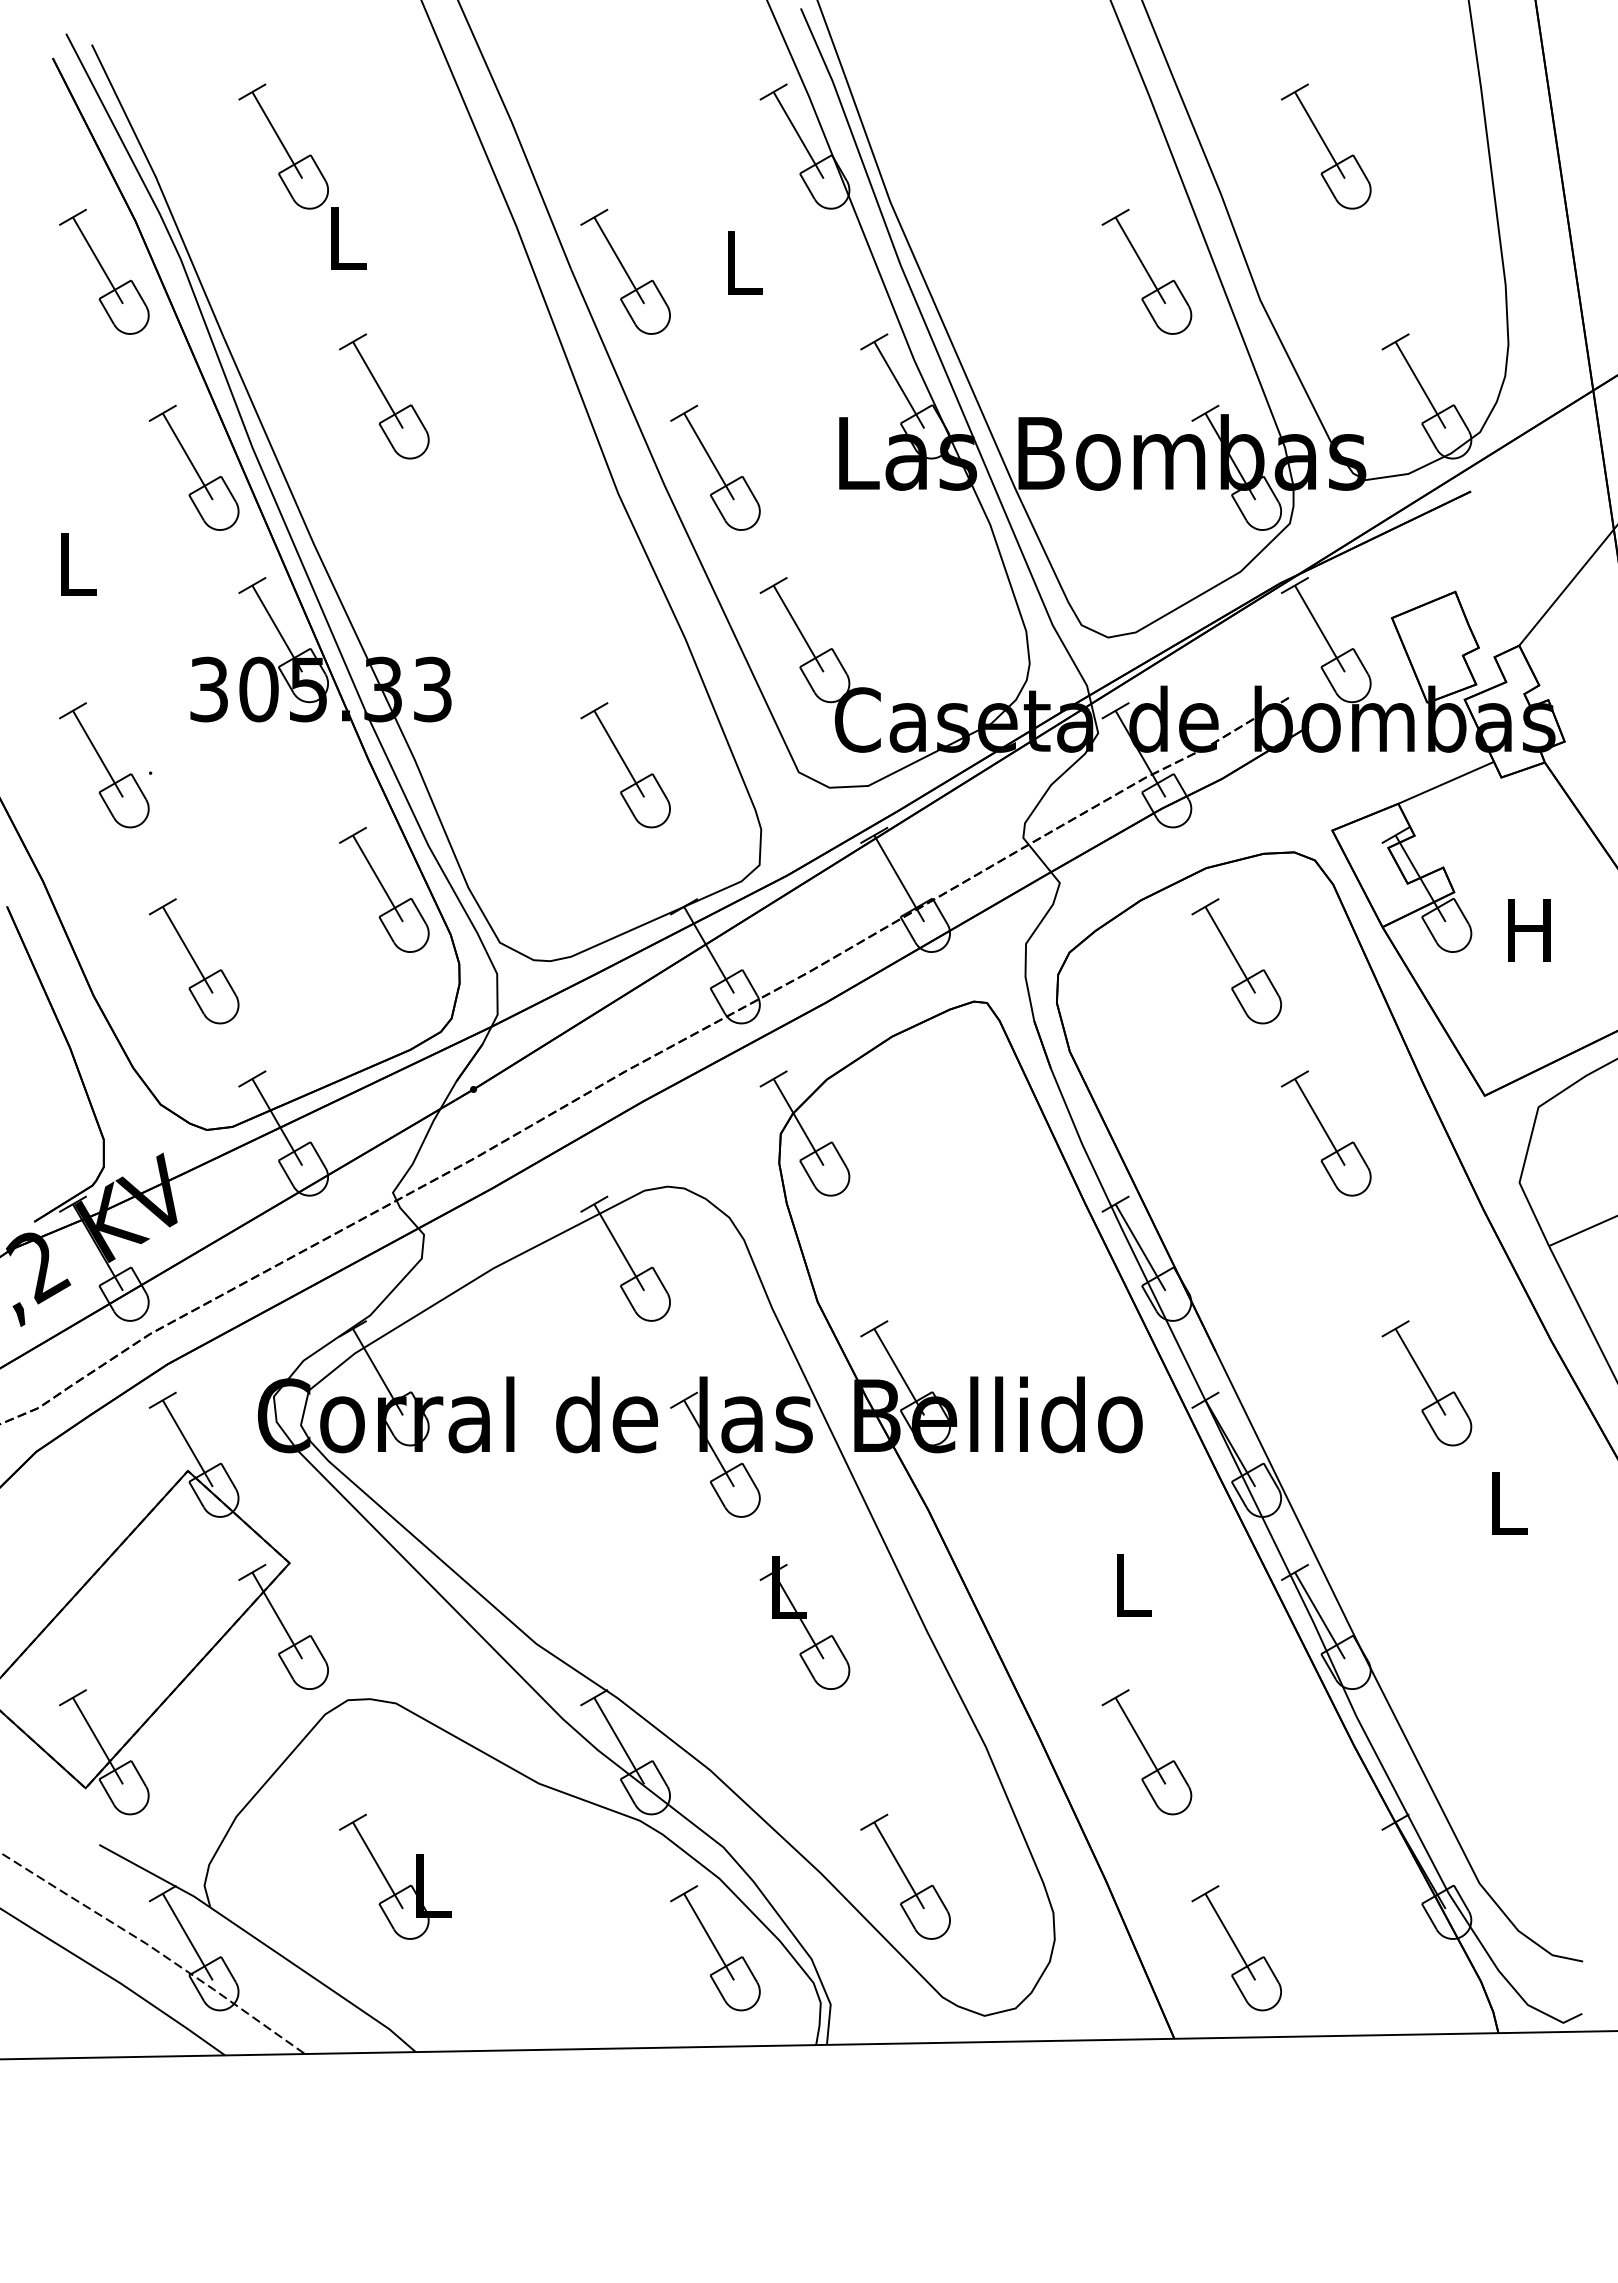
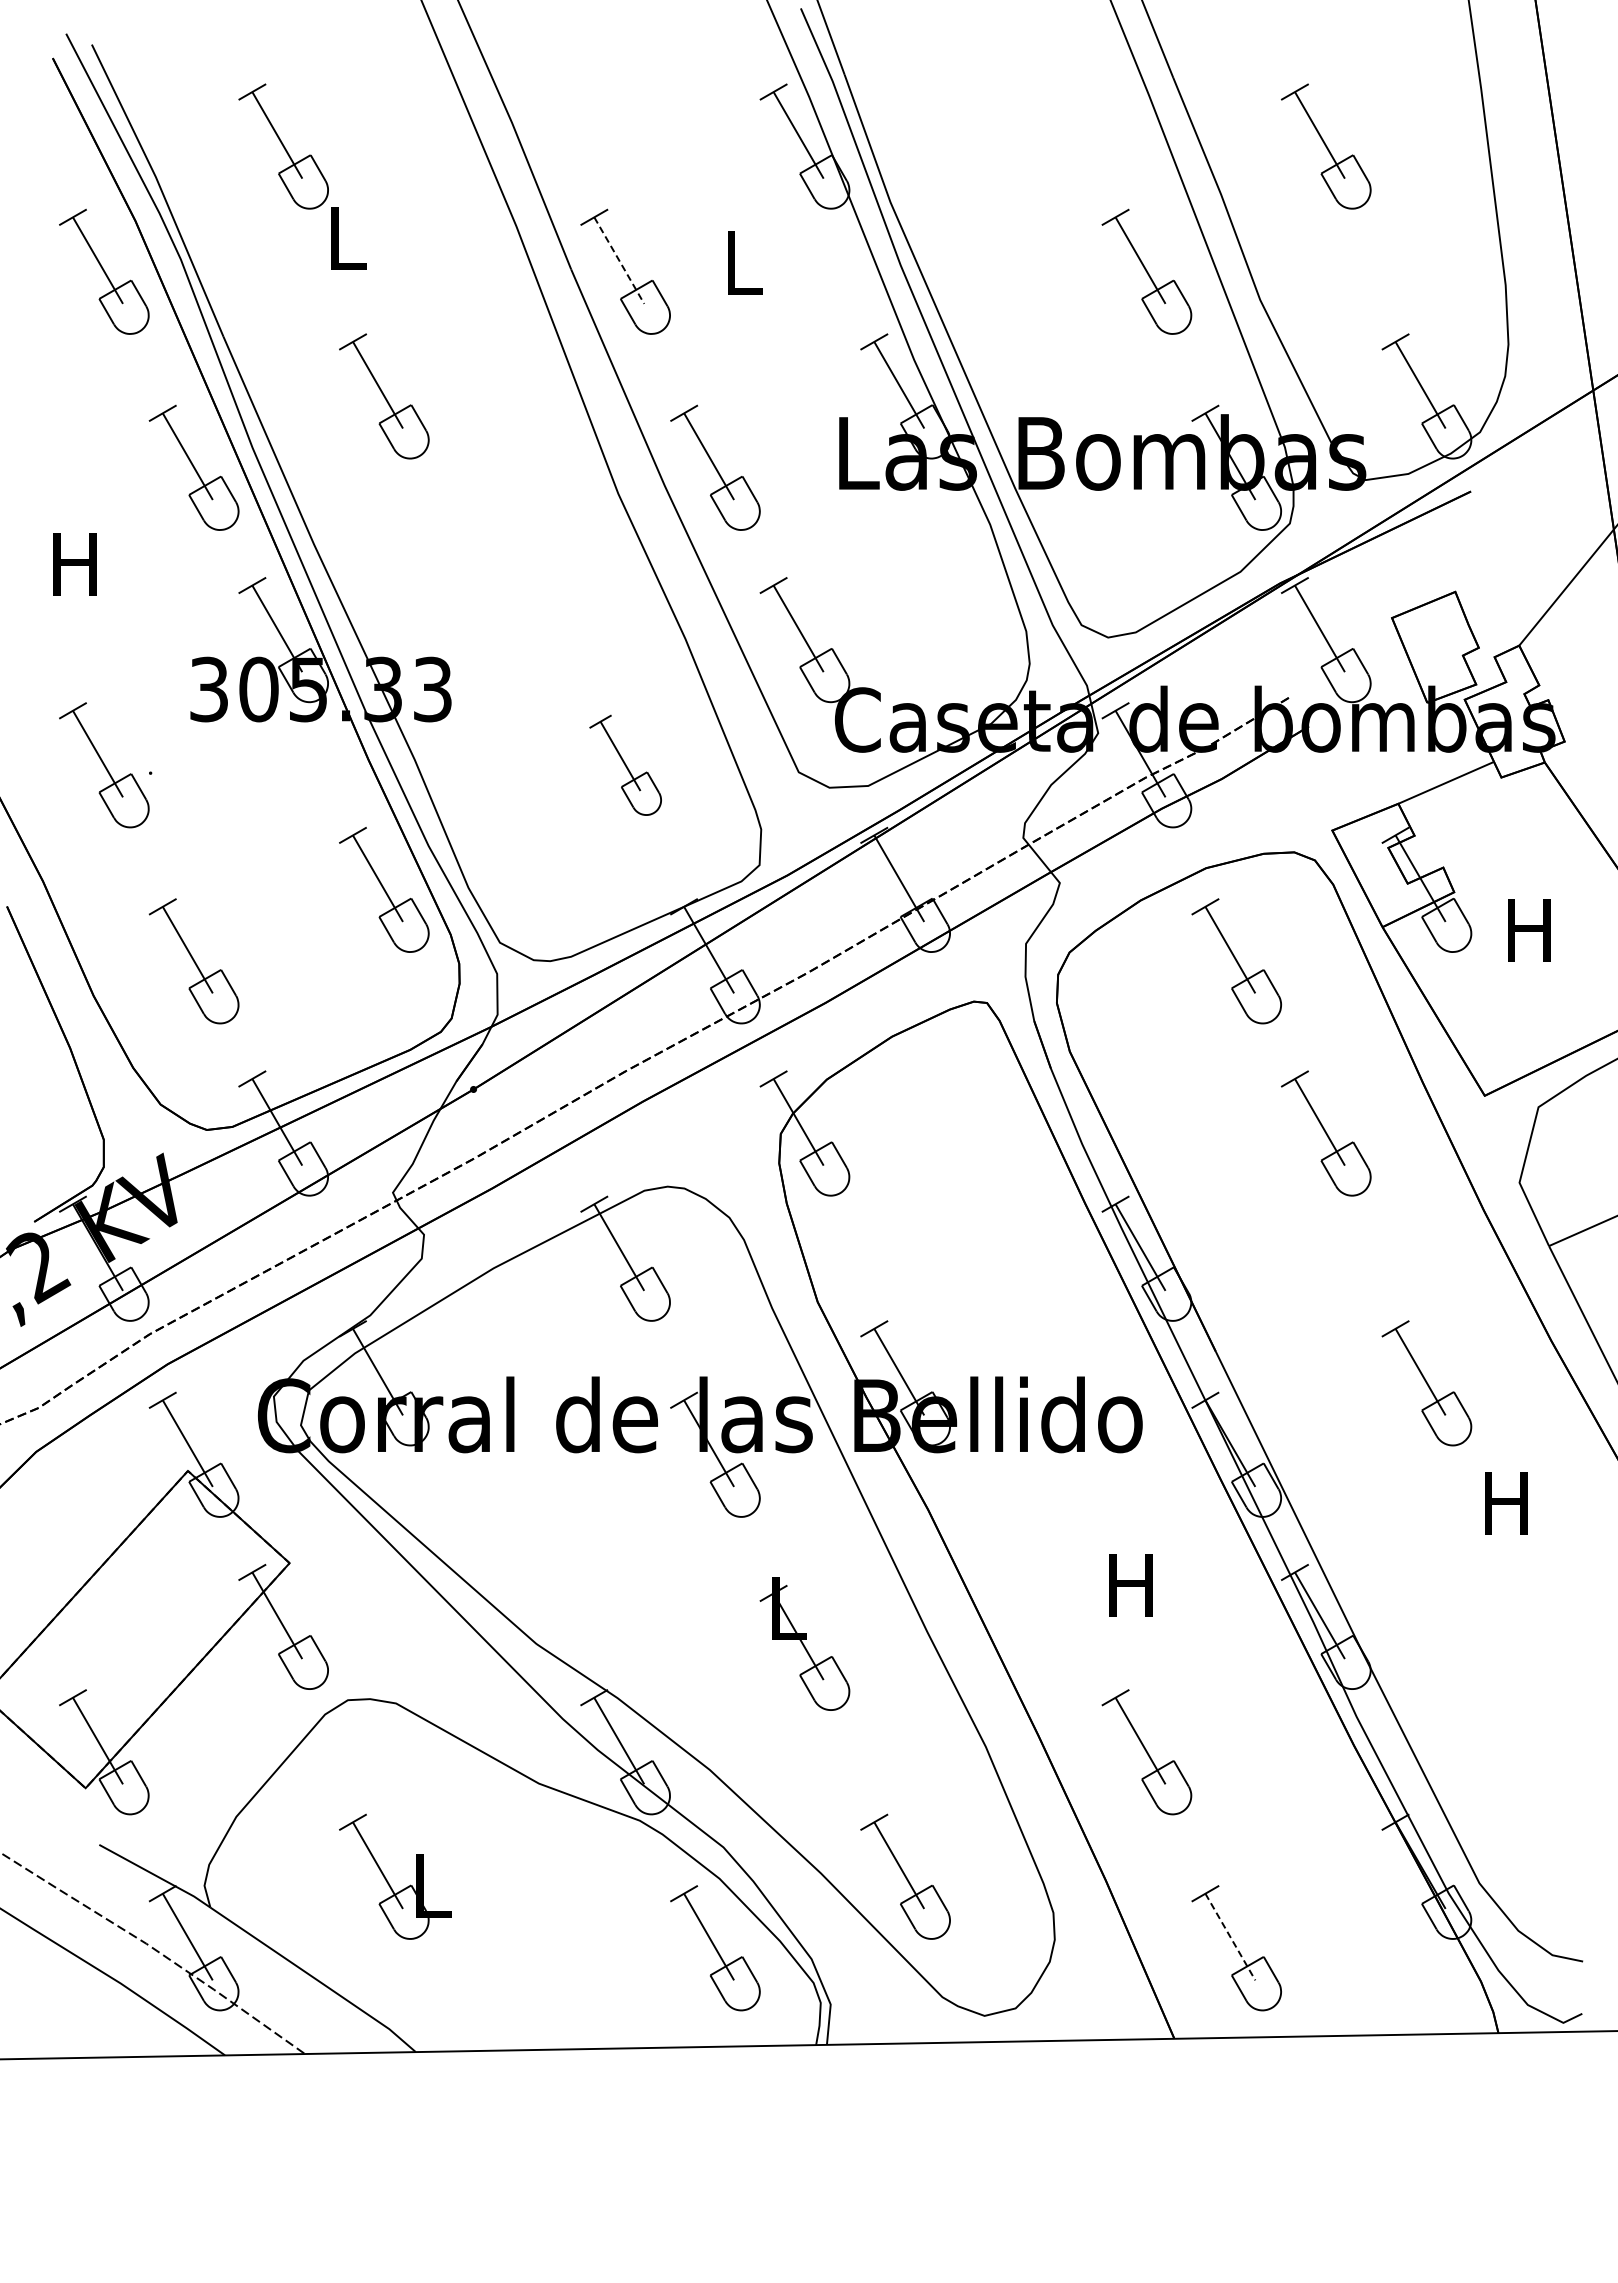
line at (619, 260): solid -> dashed
text at (74, 564): L -> H
part at (625, 765) size: 91x127 px -> 73x102 px
text at (1506, 1503): L -> H
text at (1130, 1585): L -> H
part at (804, 1622) position: (804, 1622) -> (804, 1643)
line at (1230, 1937): solid -> dashed
